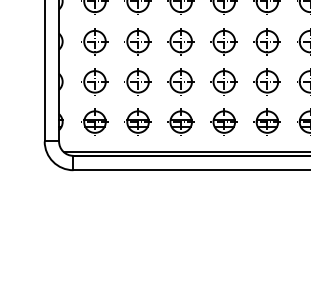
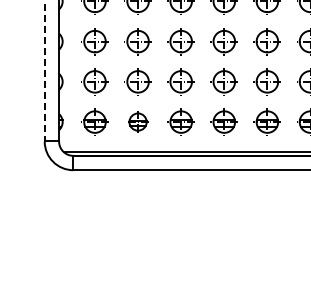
line at (44, 71): solid -> dashed
part at (137, 121) size: 28x28 px -> 21x22 px
